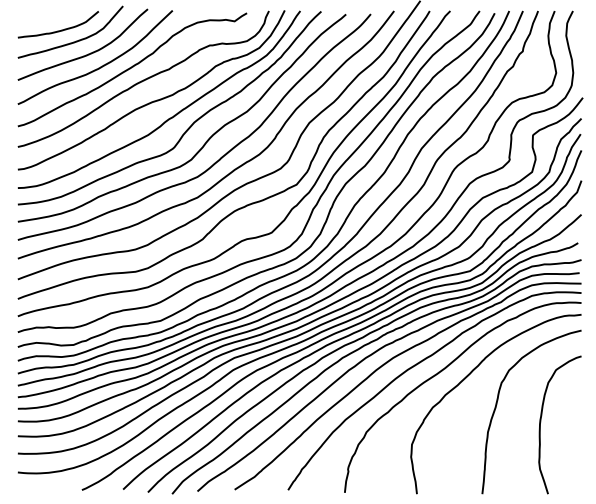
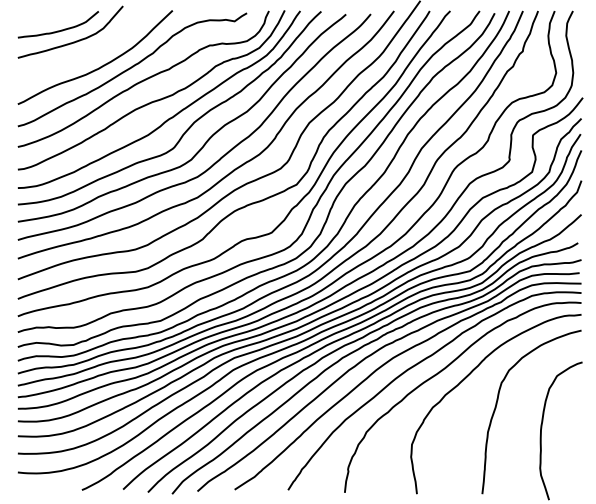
curve at (86, 54): present -> none
curve at (541, 422) position: (541, 422) -> (542, 428)
